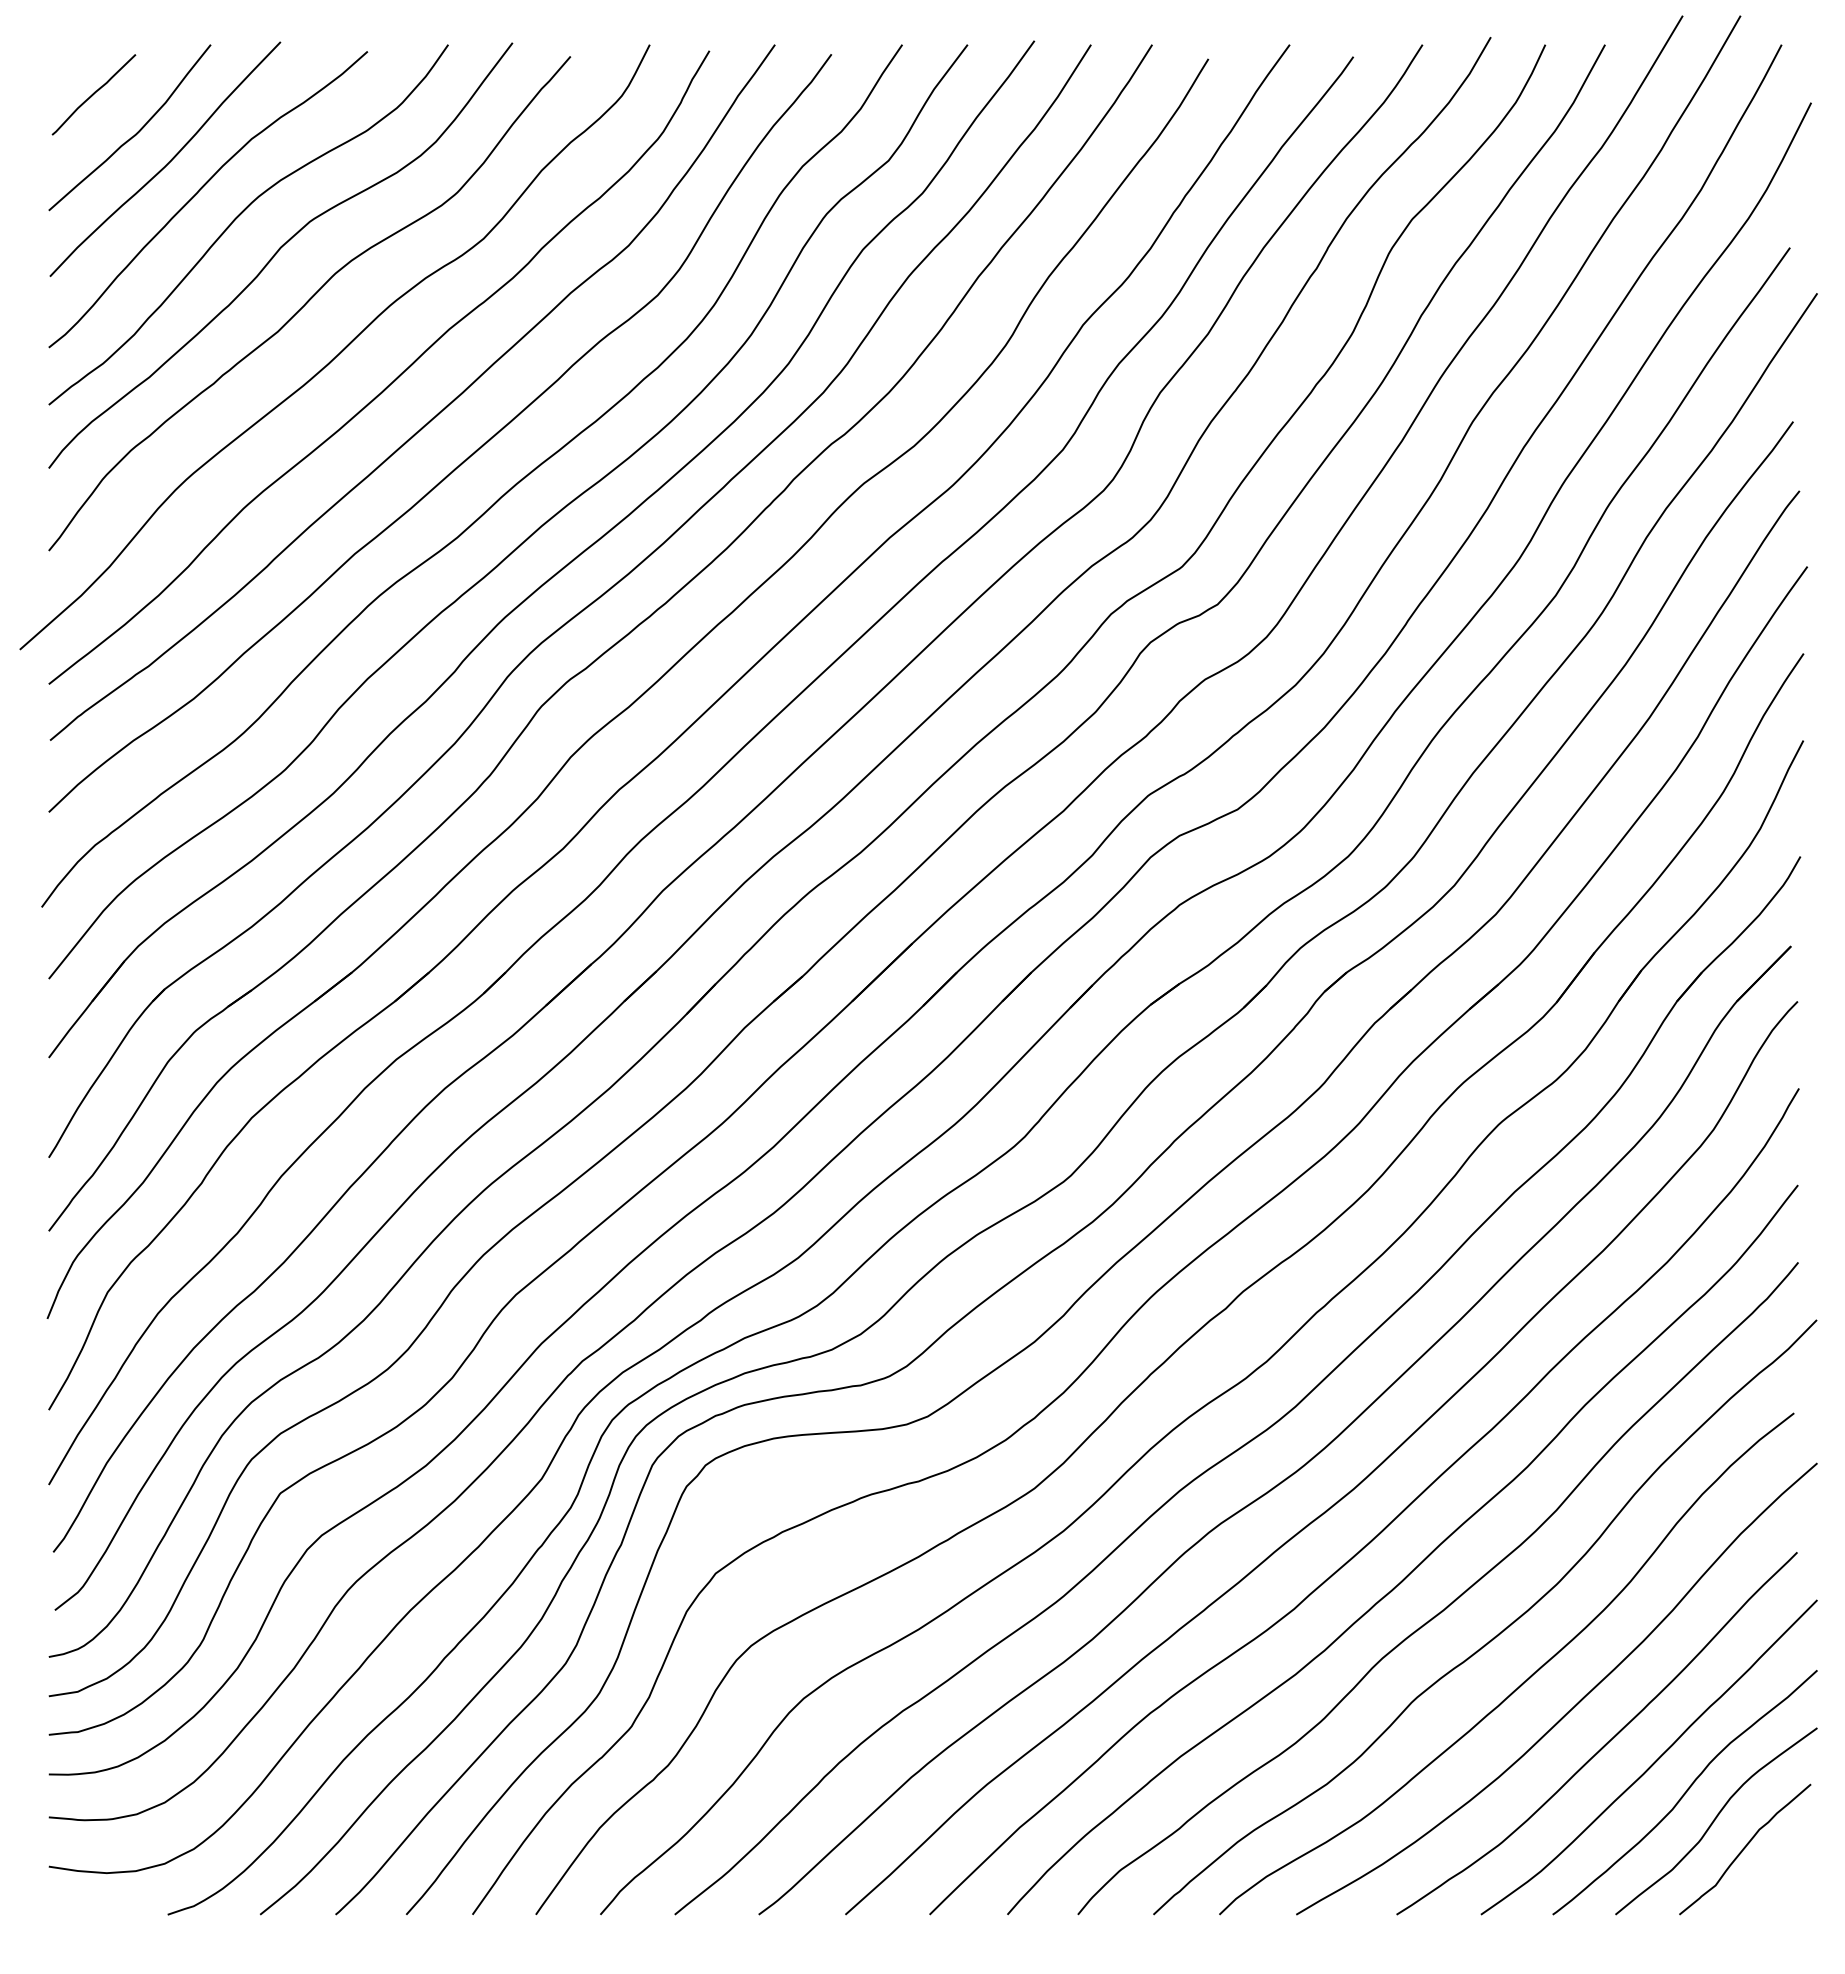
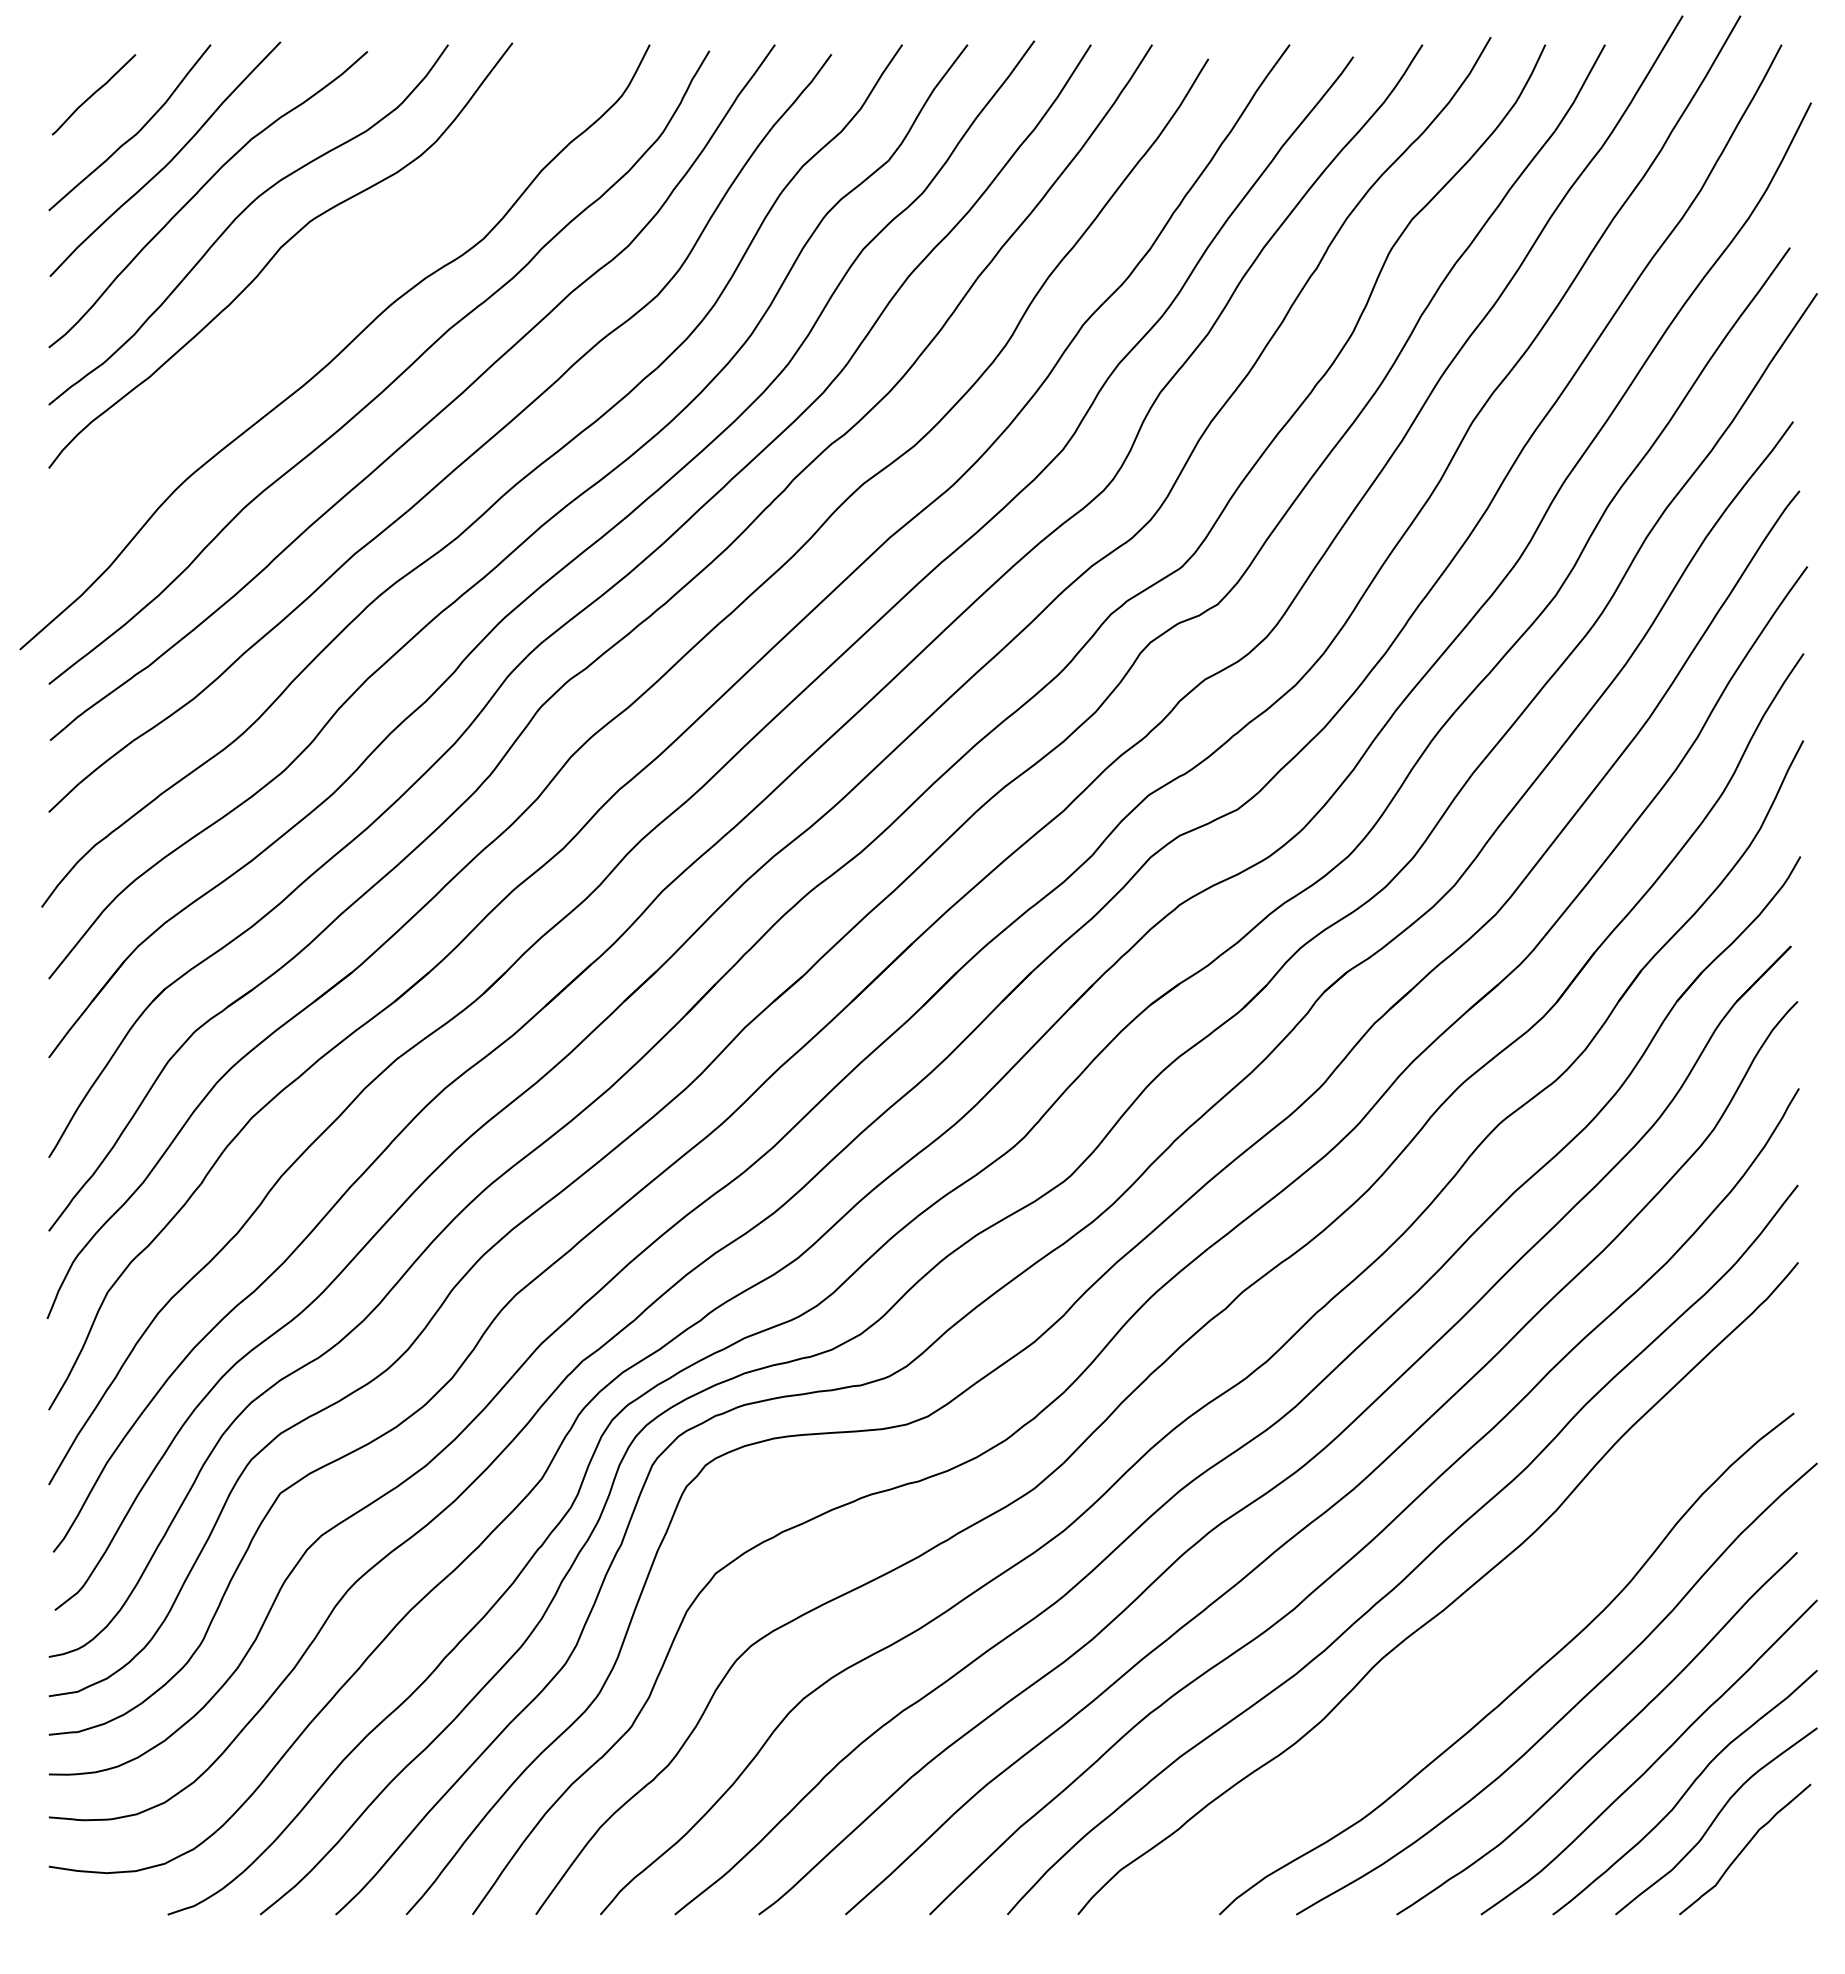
curve at (308, 302): present -> none
curve at (1500, 1631): present -> none
